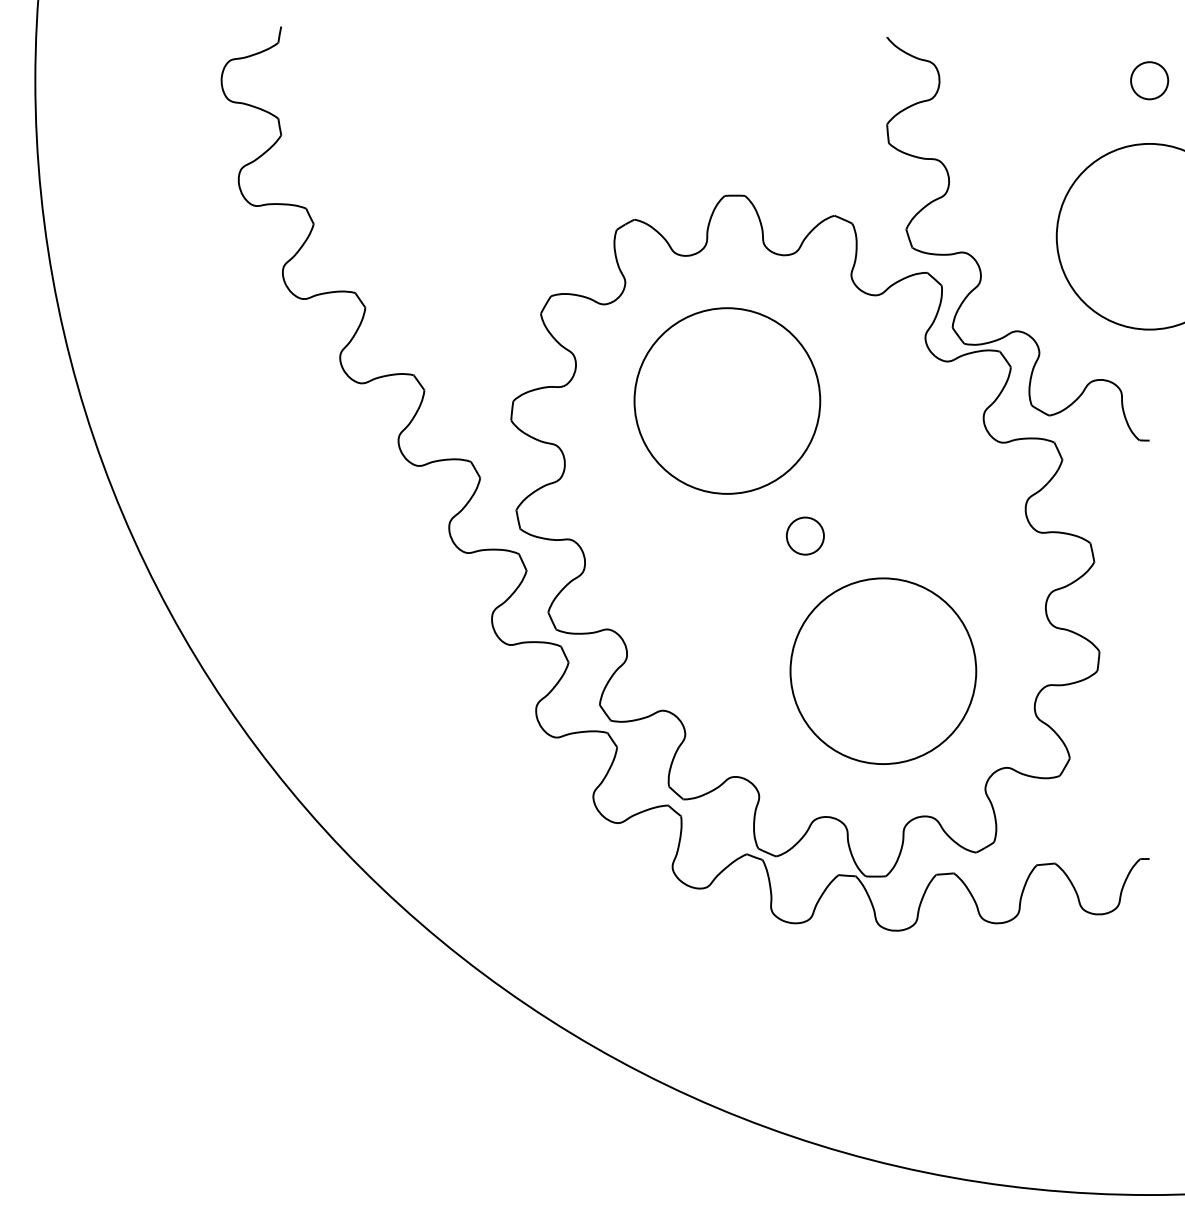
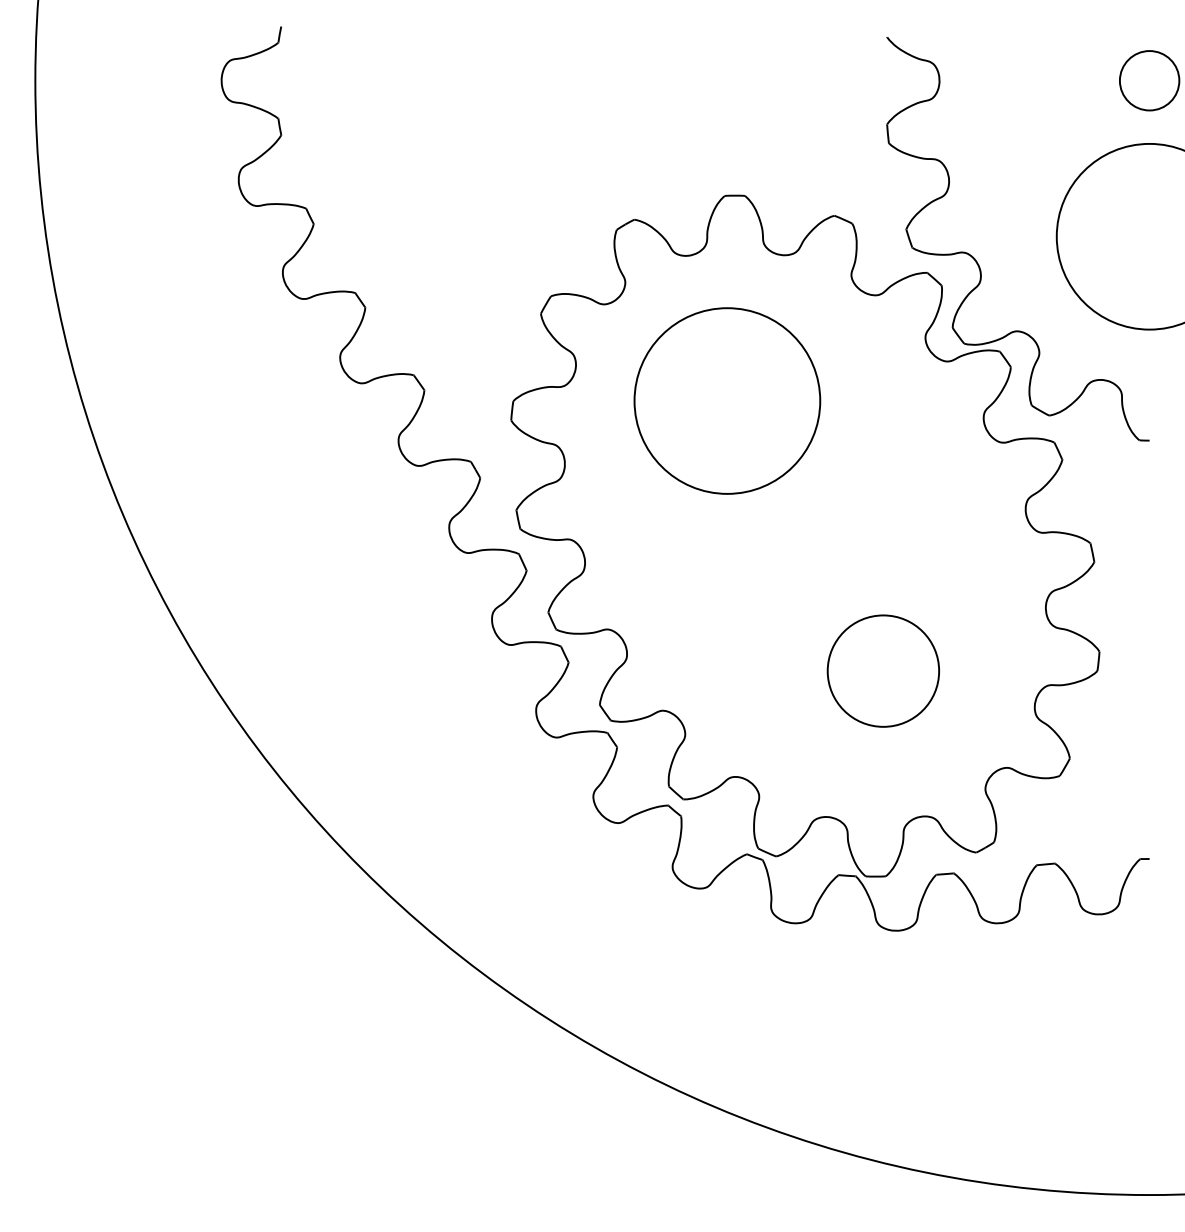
circle at (1149, 80) diameter: 37 px -> 59 px
circle at (805, 535): present -> none
circle at (883, 670) size: 189x188 px -> 114x114 px
